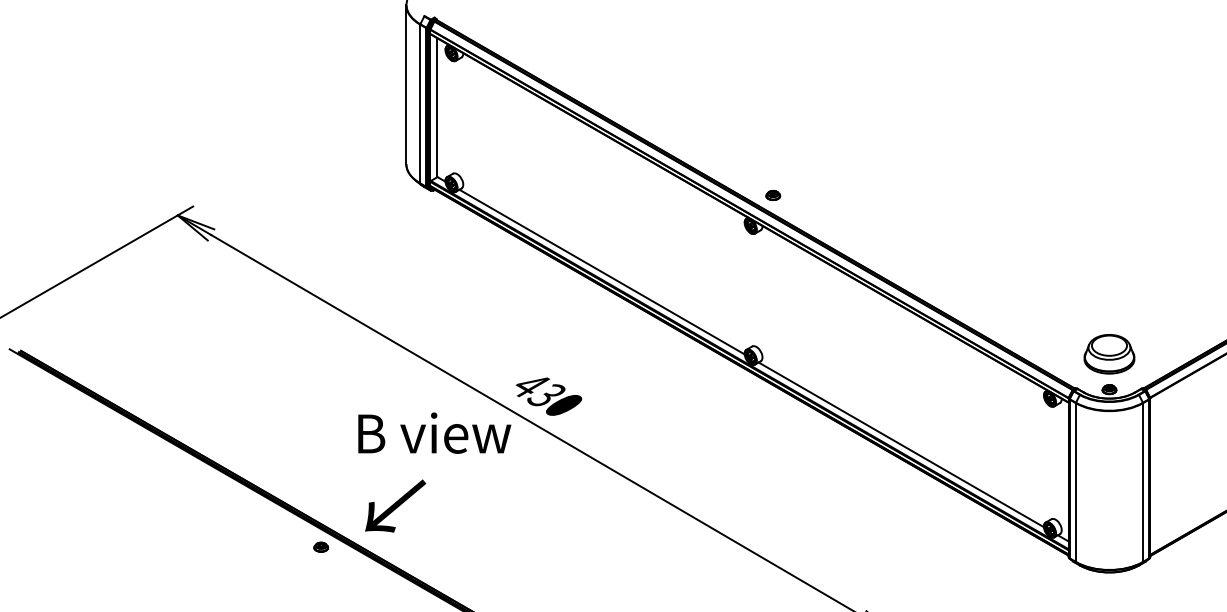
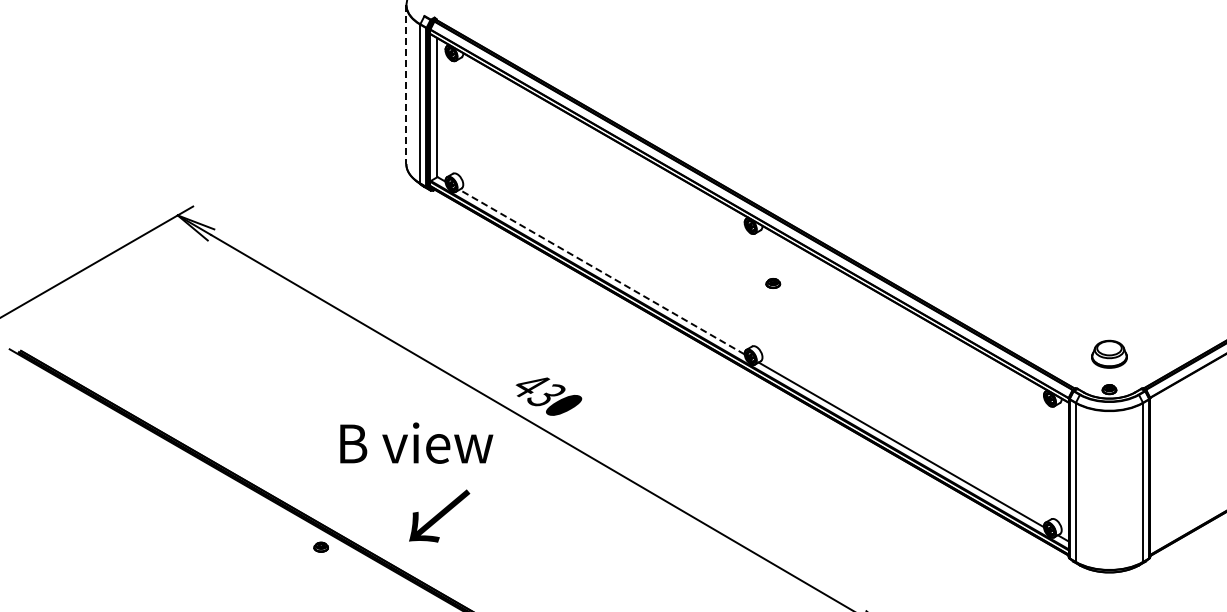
line at (406, 85): solid -> dashed
part at (773, 195) position: (773, 195) -> (773, 283)
line at (602, 272): solid -> dashed
part at (1109, 354) size: 53x41 px -> 37x30 px
text at (434, 432) position: (434, 432) -> (416, 442)
text at (395, 505) position: (395, 505) -> (439, 515)
